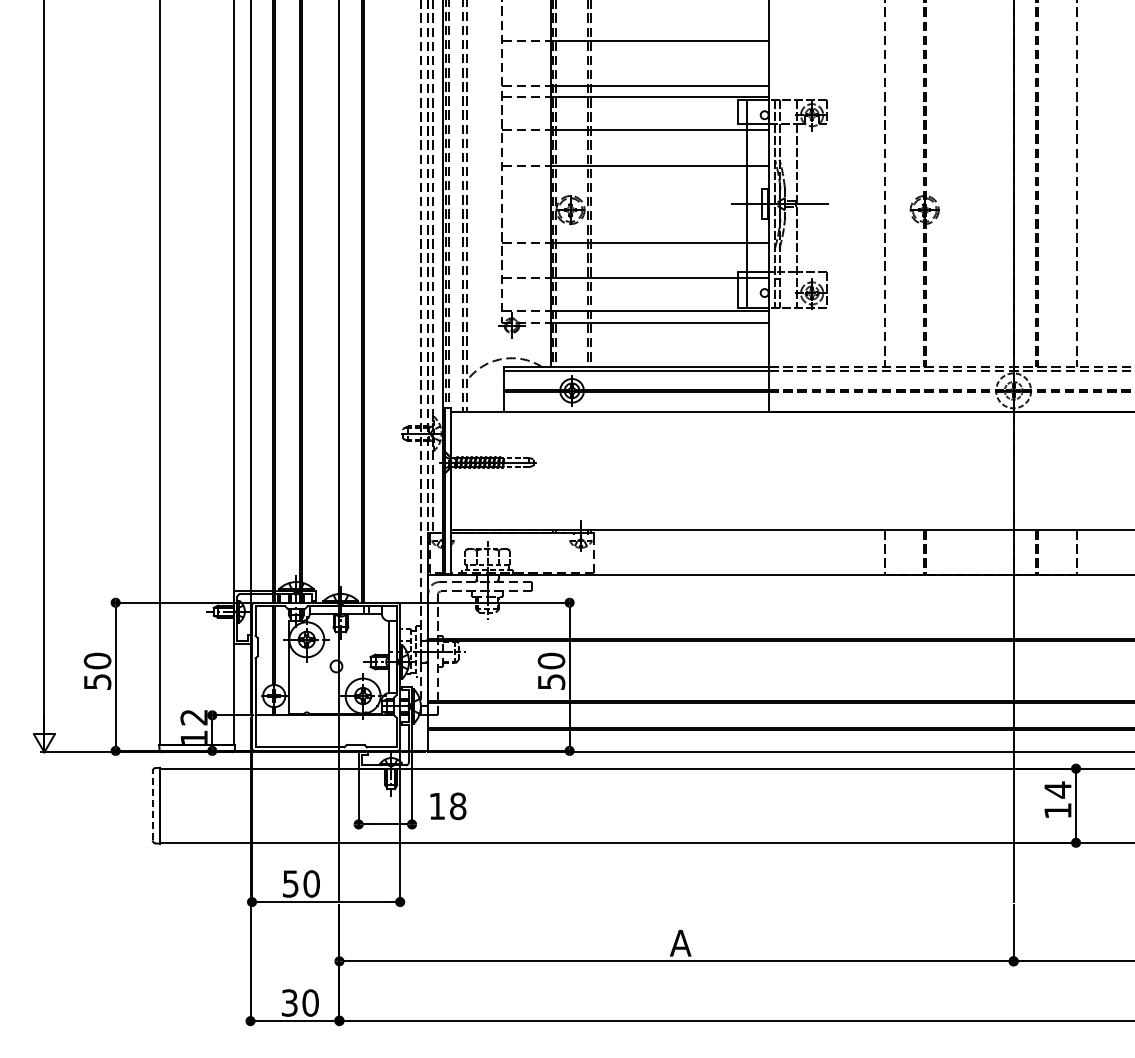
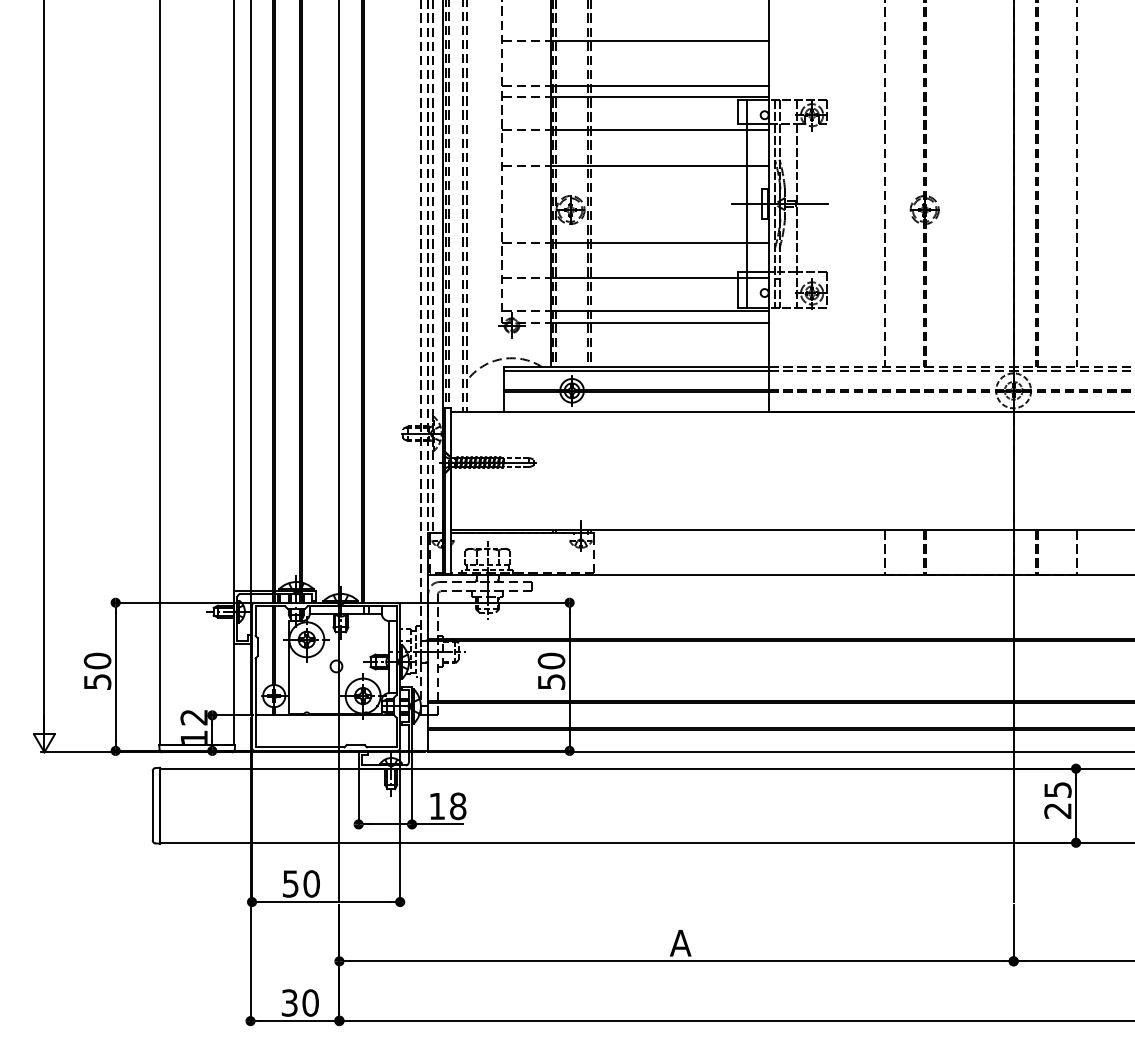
text at (1057, 799): 14 -> 25
line at (152, 805): dashed -> solid
line at (437, 824): none -> present
